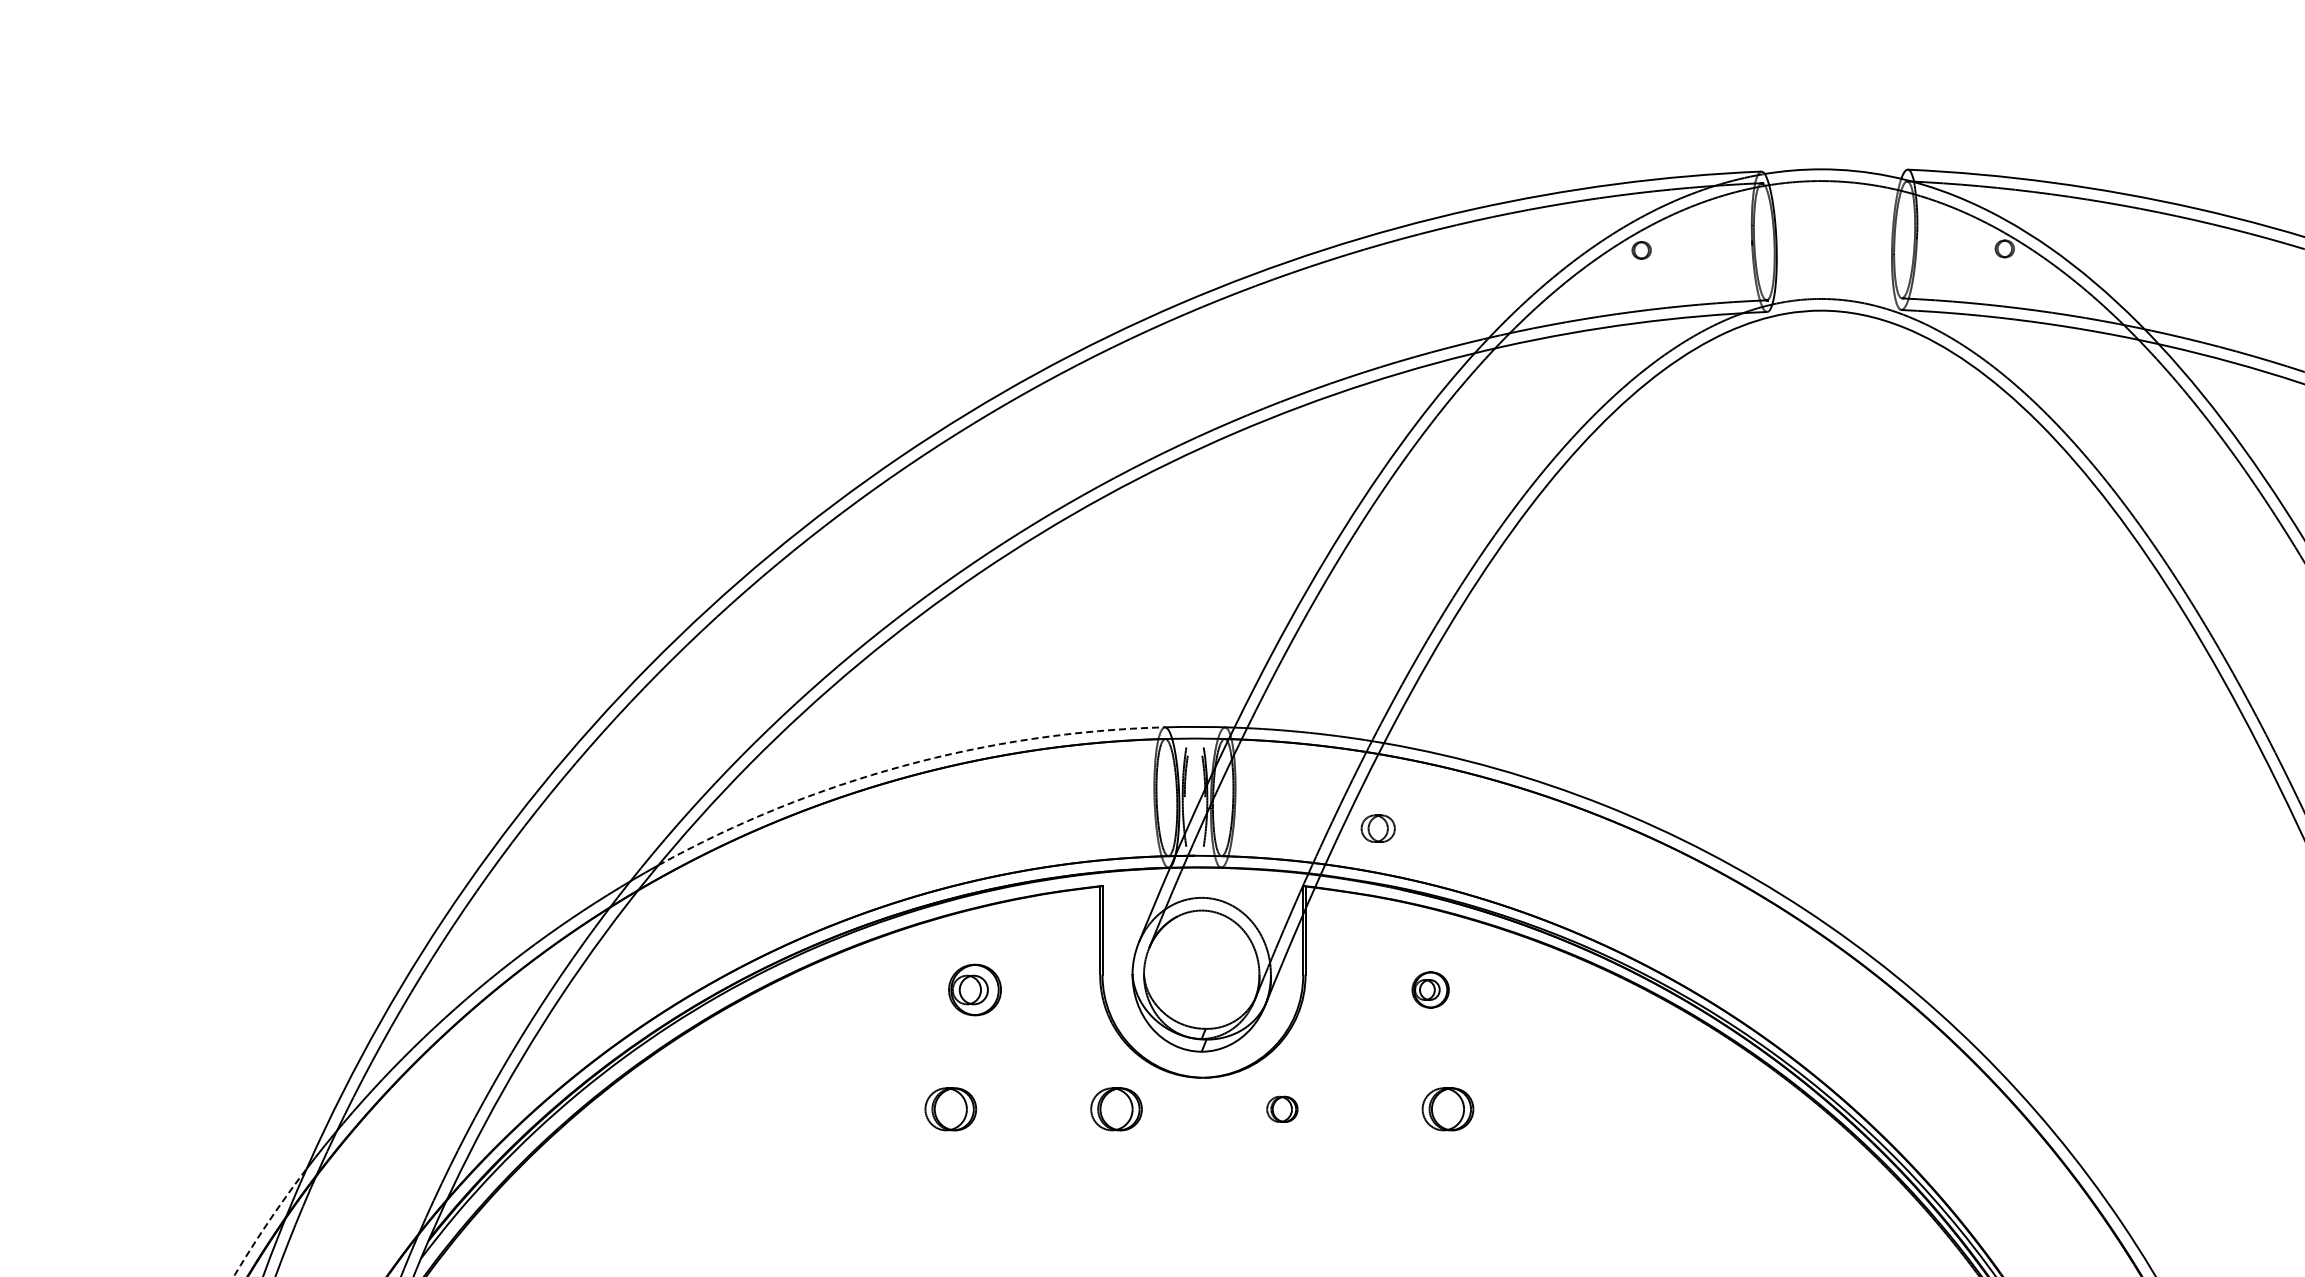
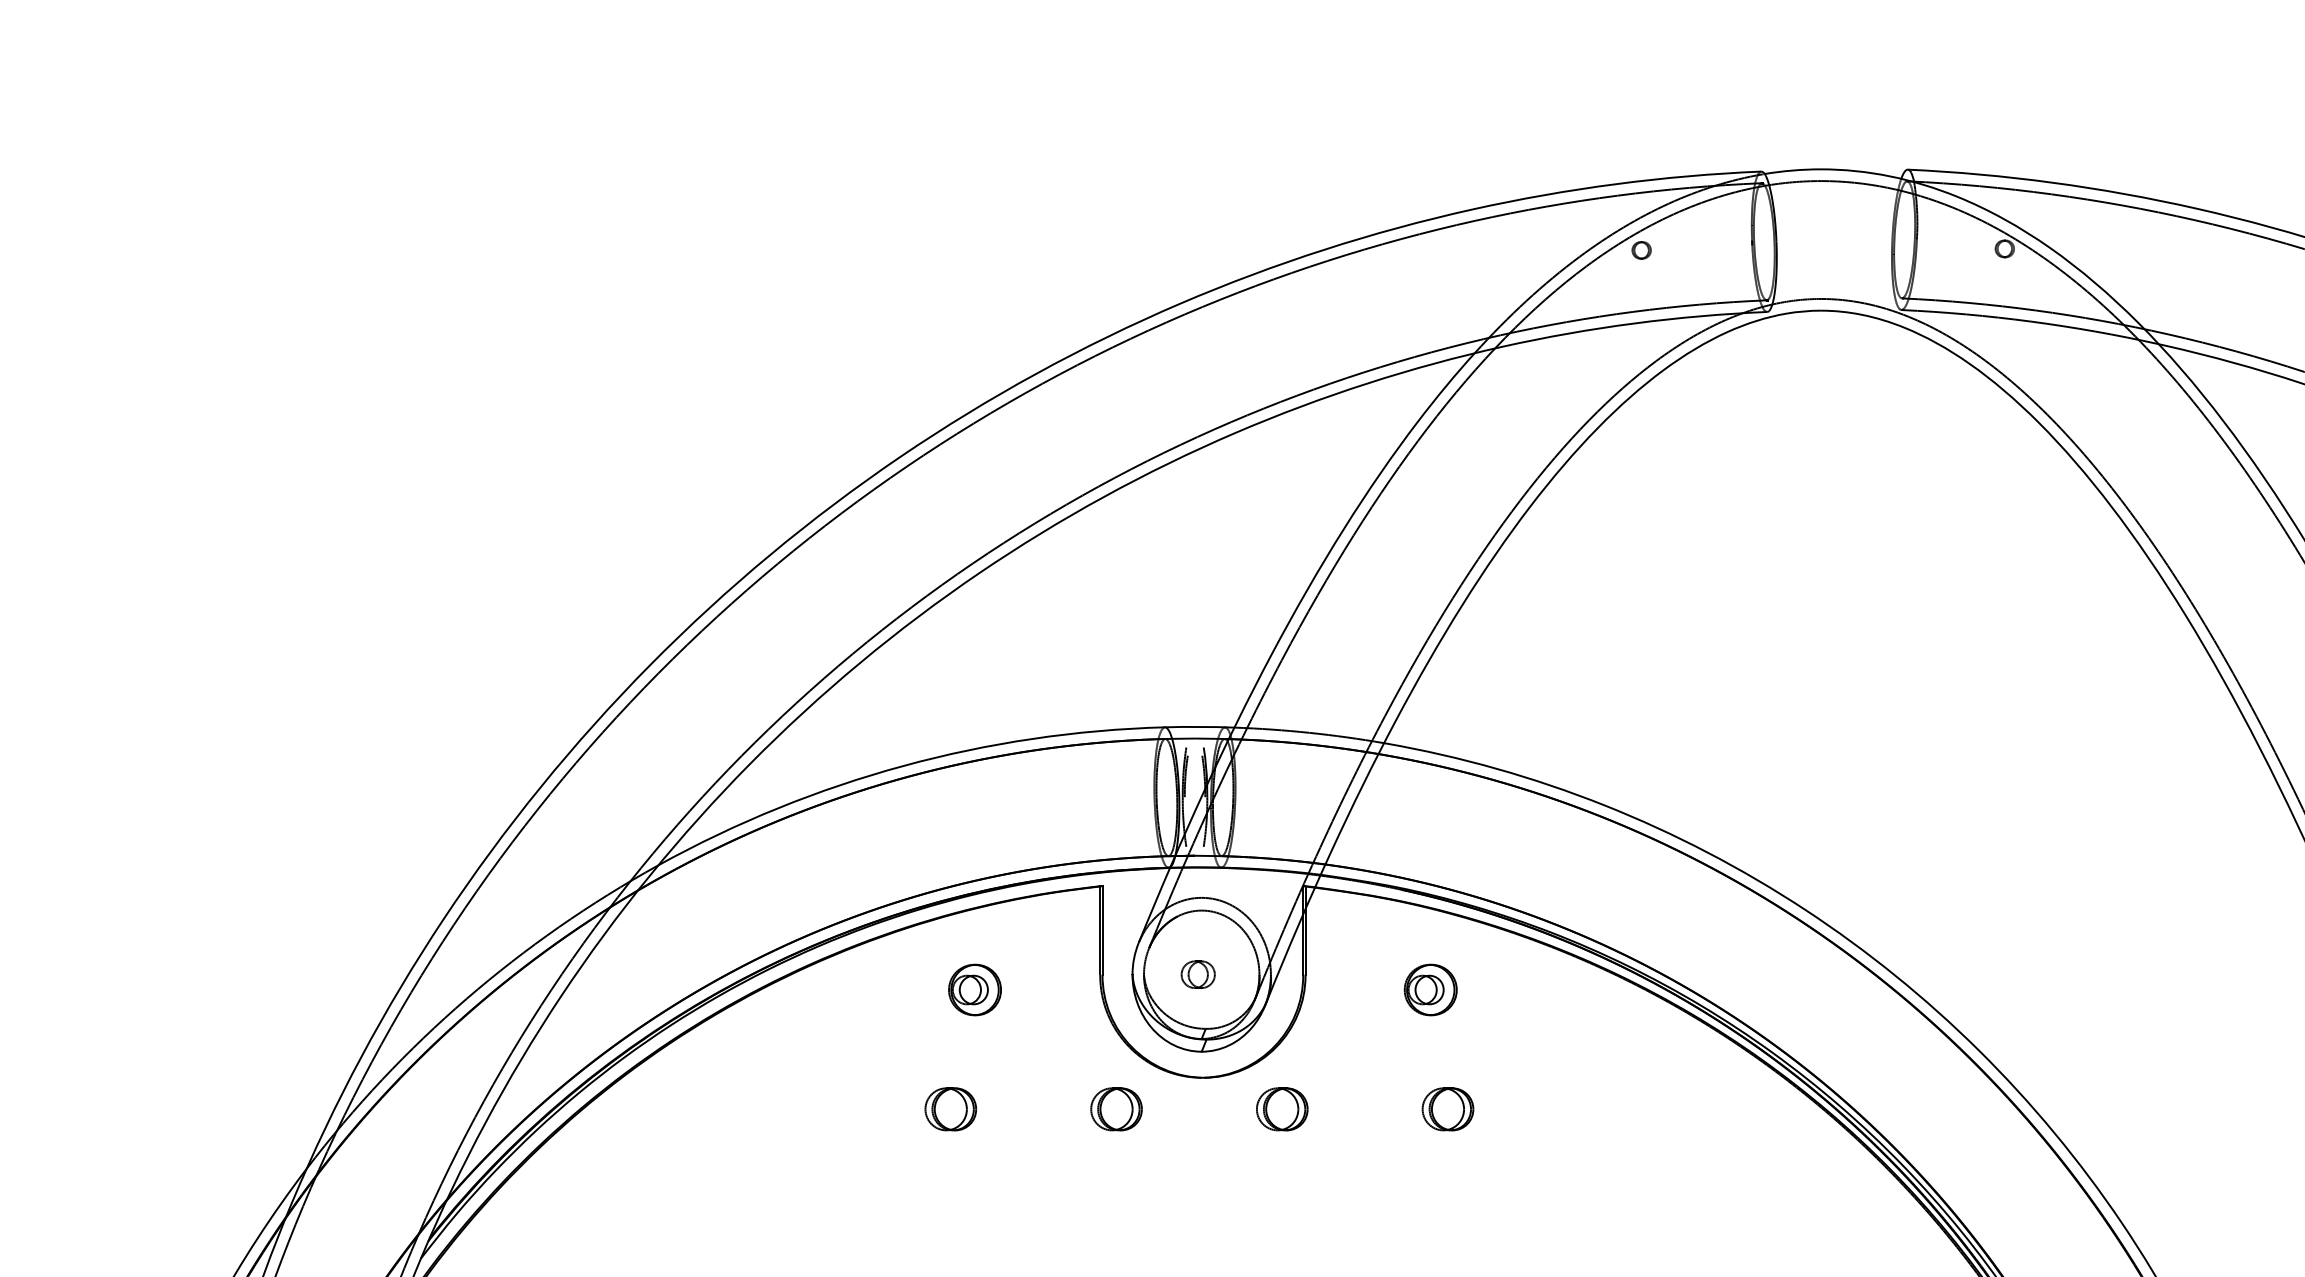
arc at (903, 765): dashed -> solid
part at (1377, 828) position: (1377, 828) -> (1197, 974)
part at (1430, 989) size: 39x38 px -> 55x54 px
part at (1282, 1108) size: 33x28 px -> 53x45 px
arc at (268, 1222): dashed -> solid
